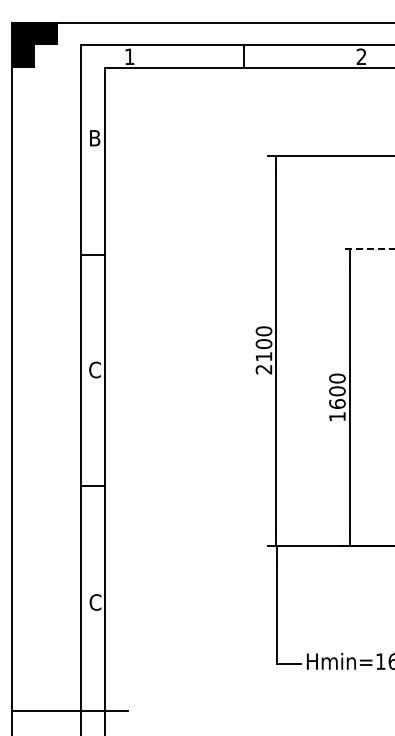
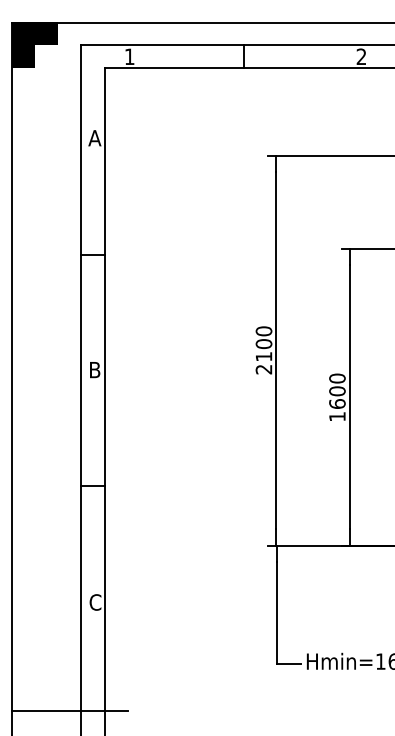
text at (94, 138): B -> A
line at (367, 248): dashed -> solid
text at (94, 369): C -> B
